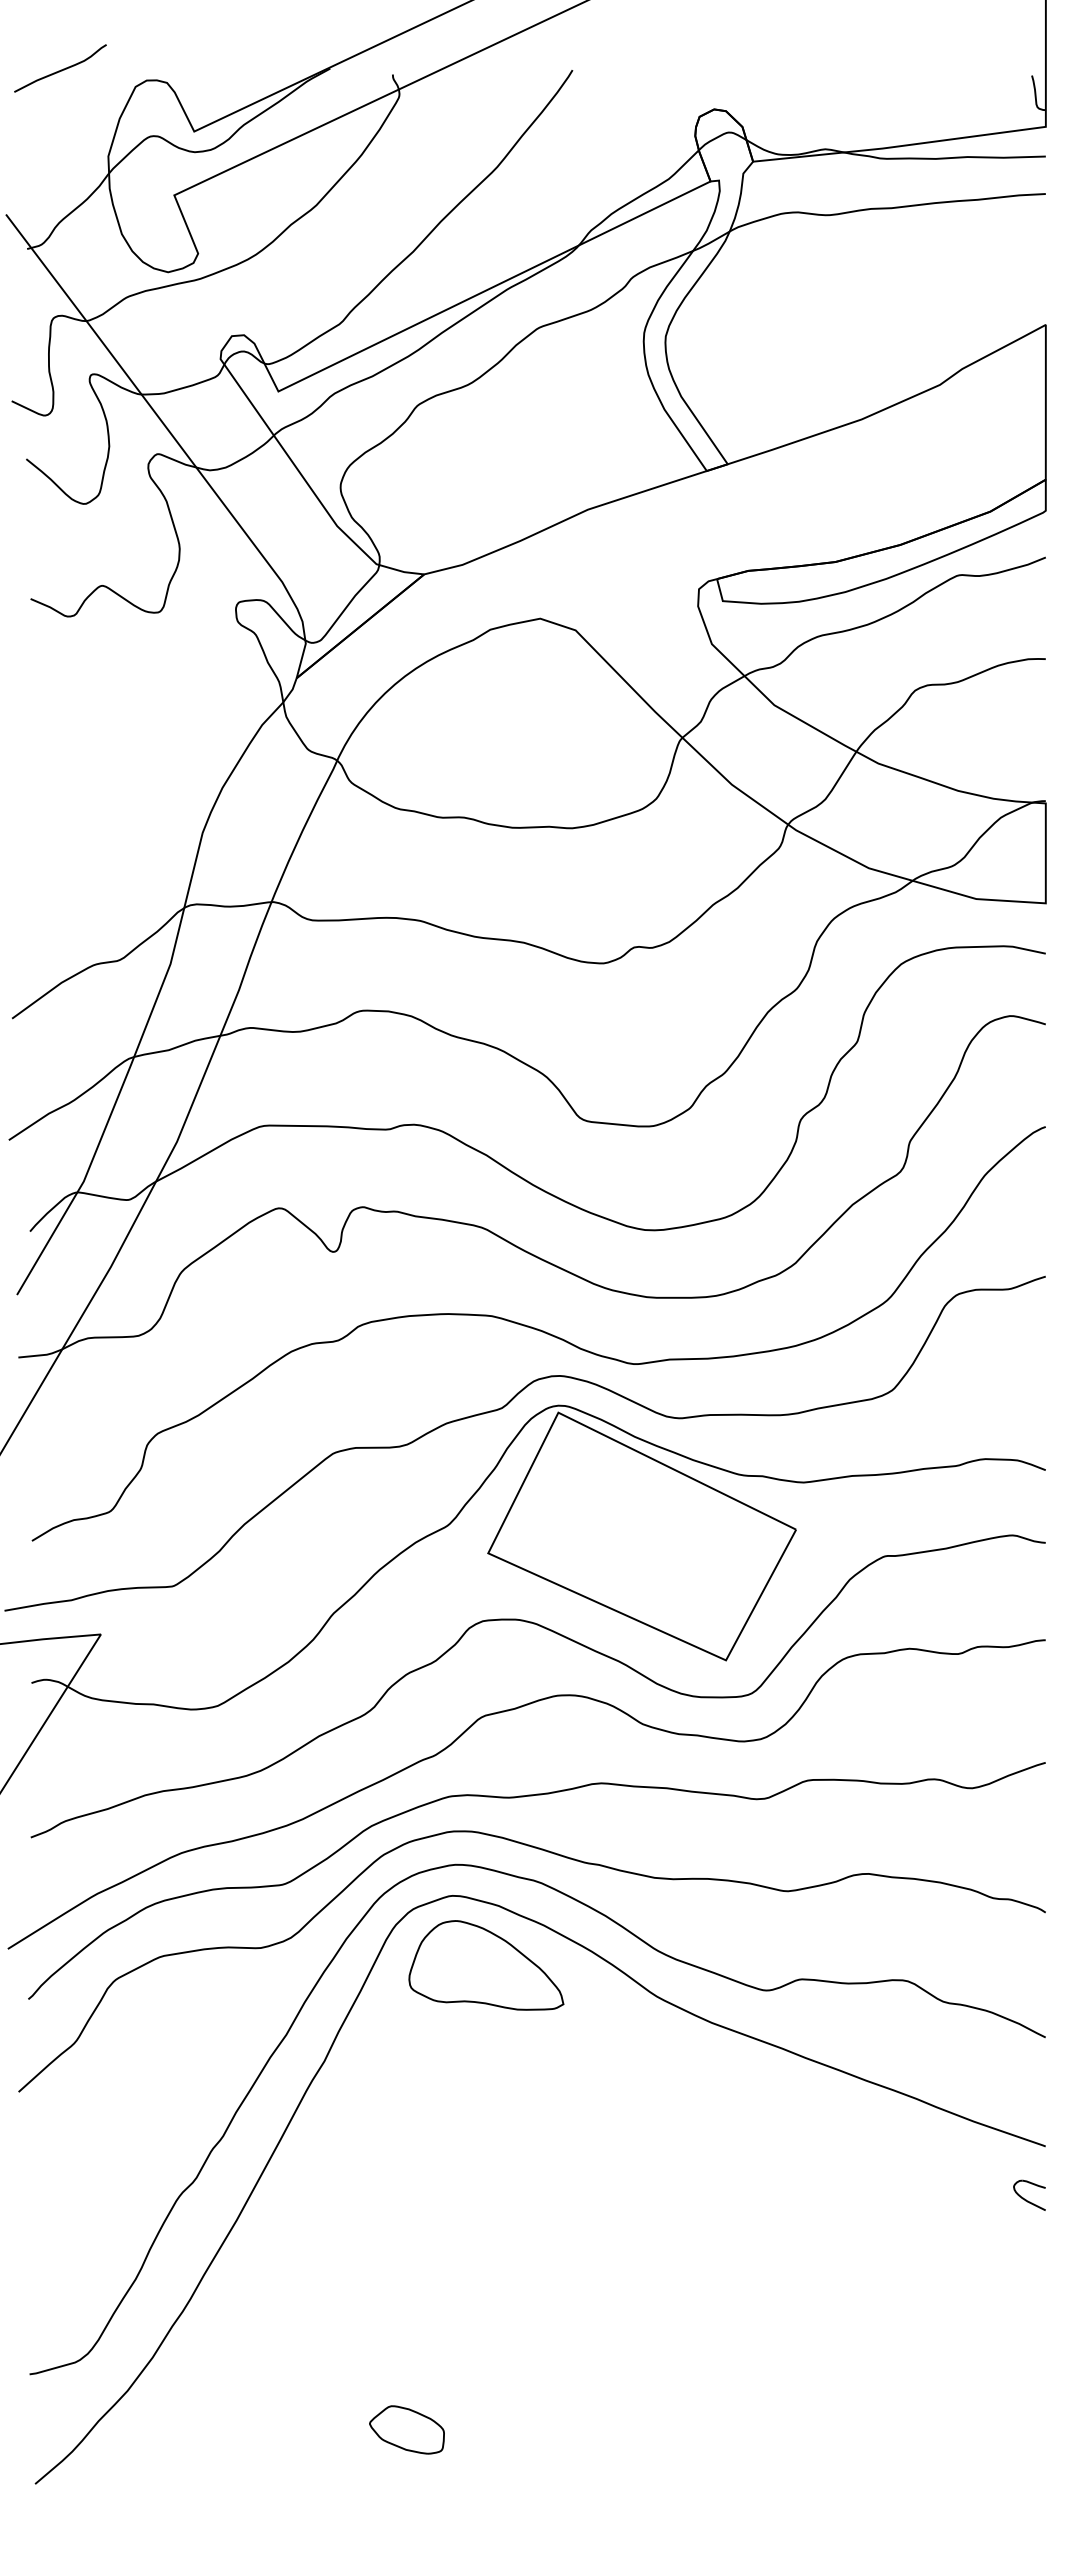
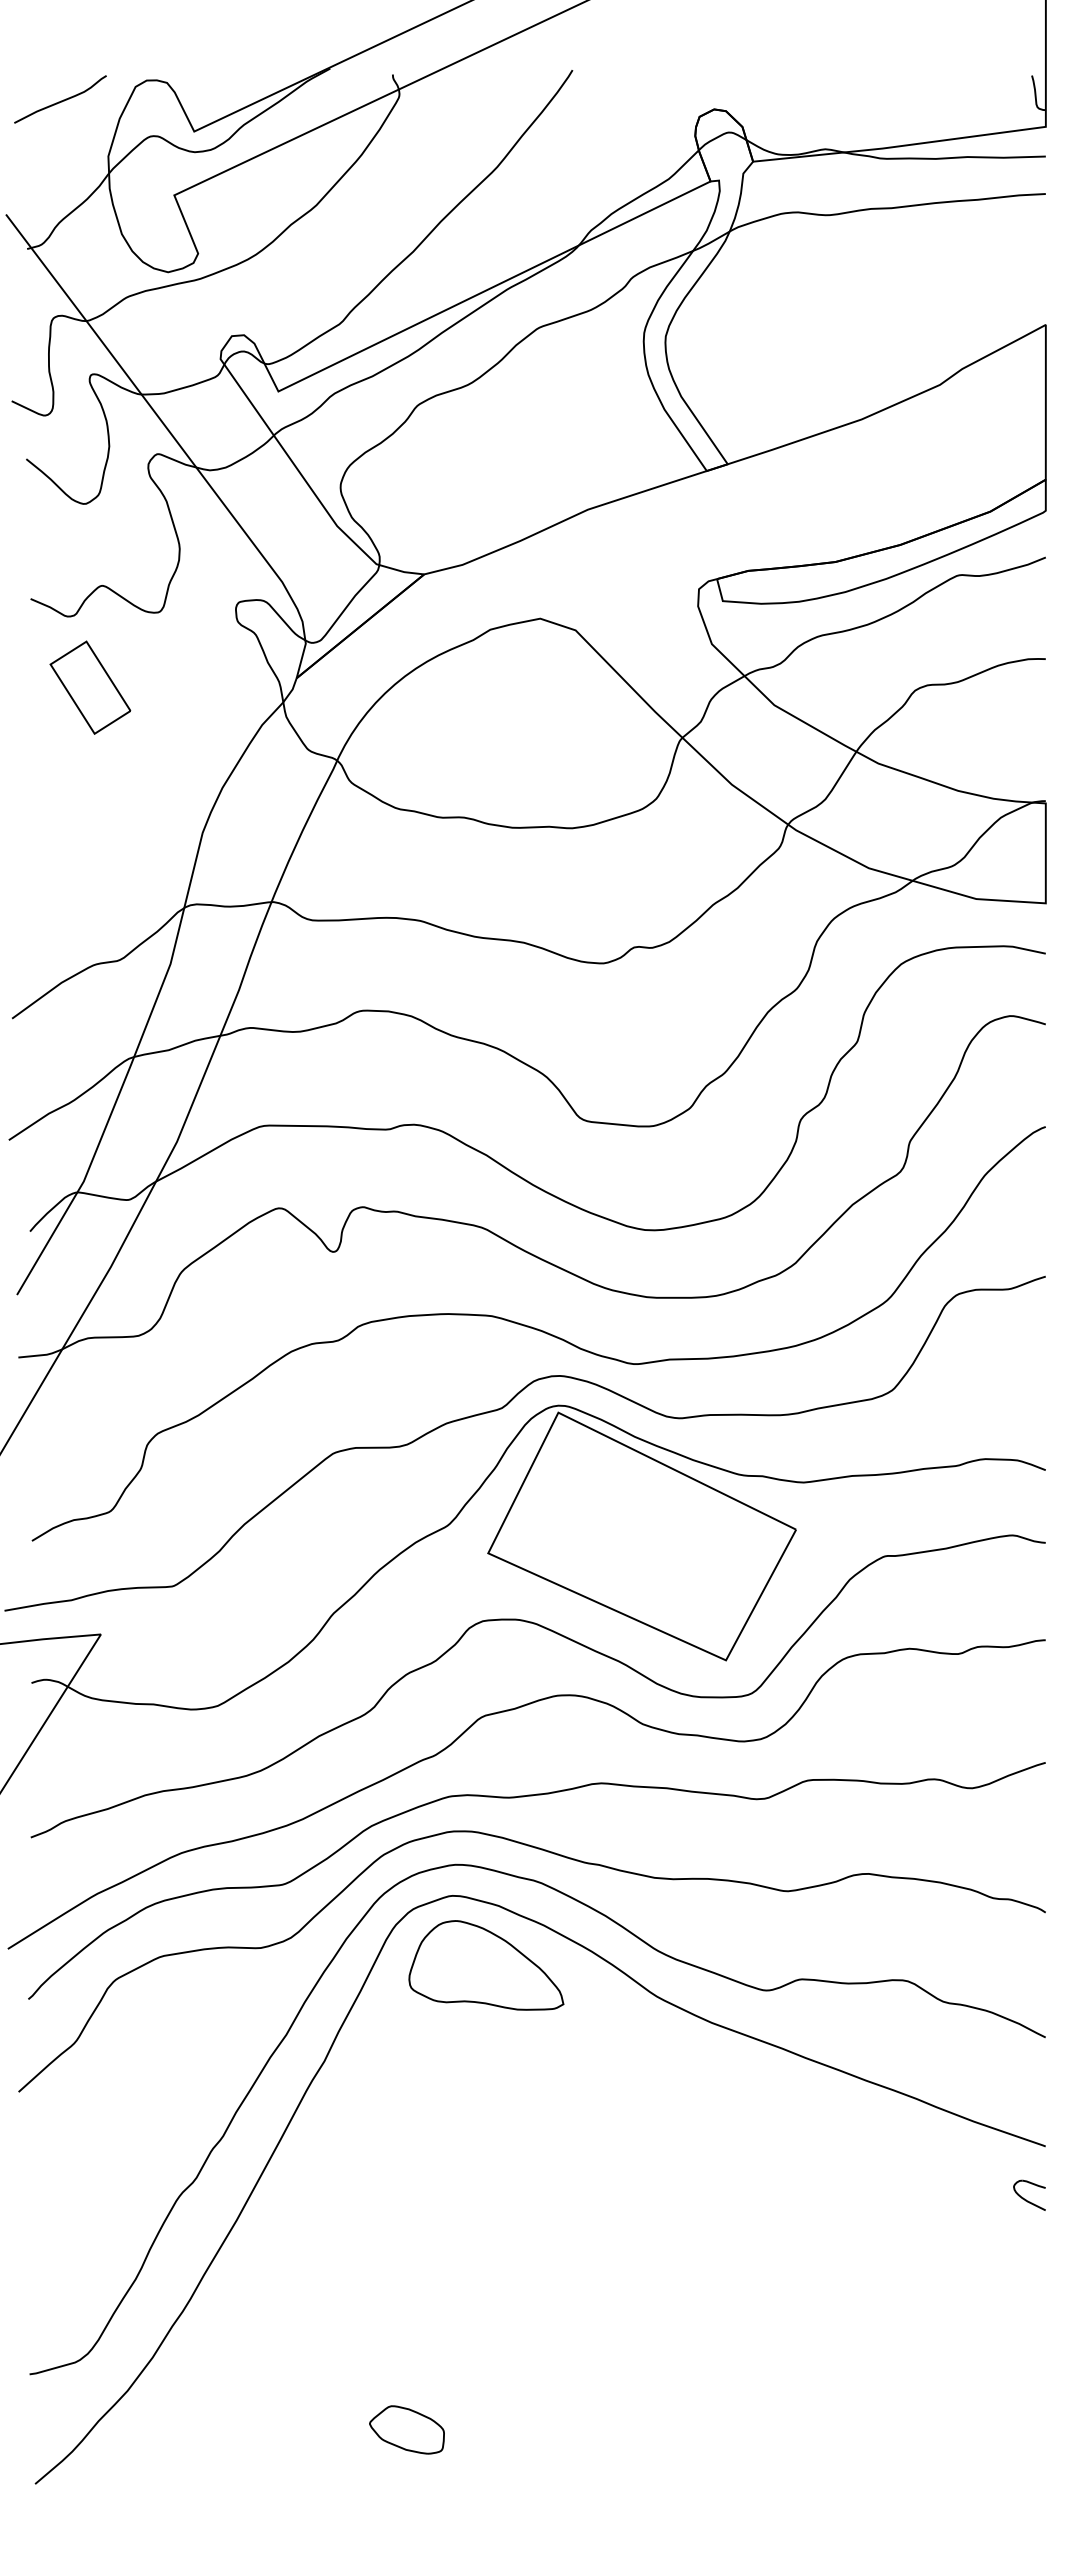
curve at (61, 69) position: (61, 69) -> (61, 100)
part at (90, 687): none -> present
